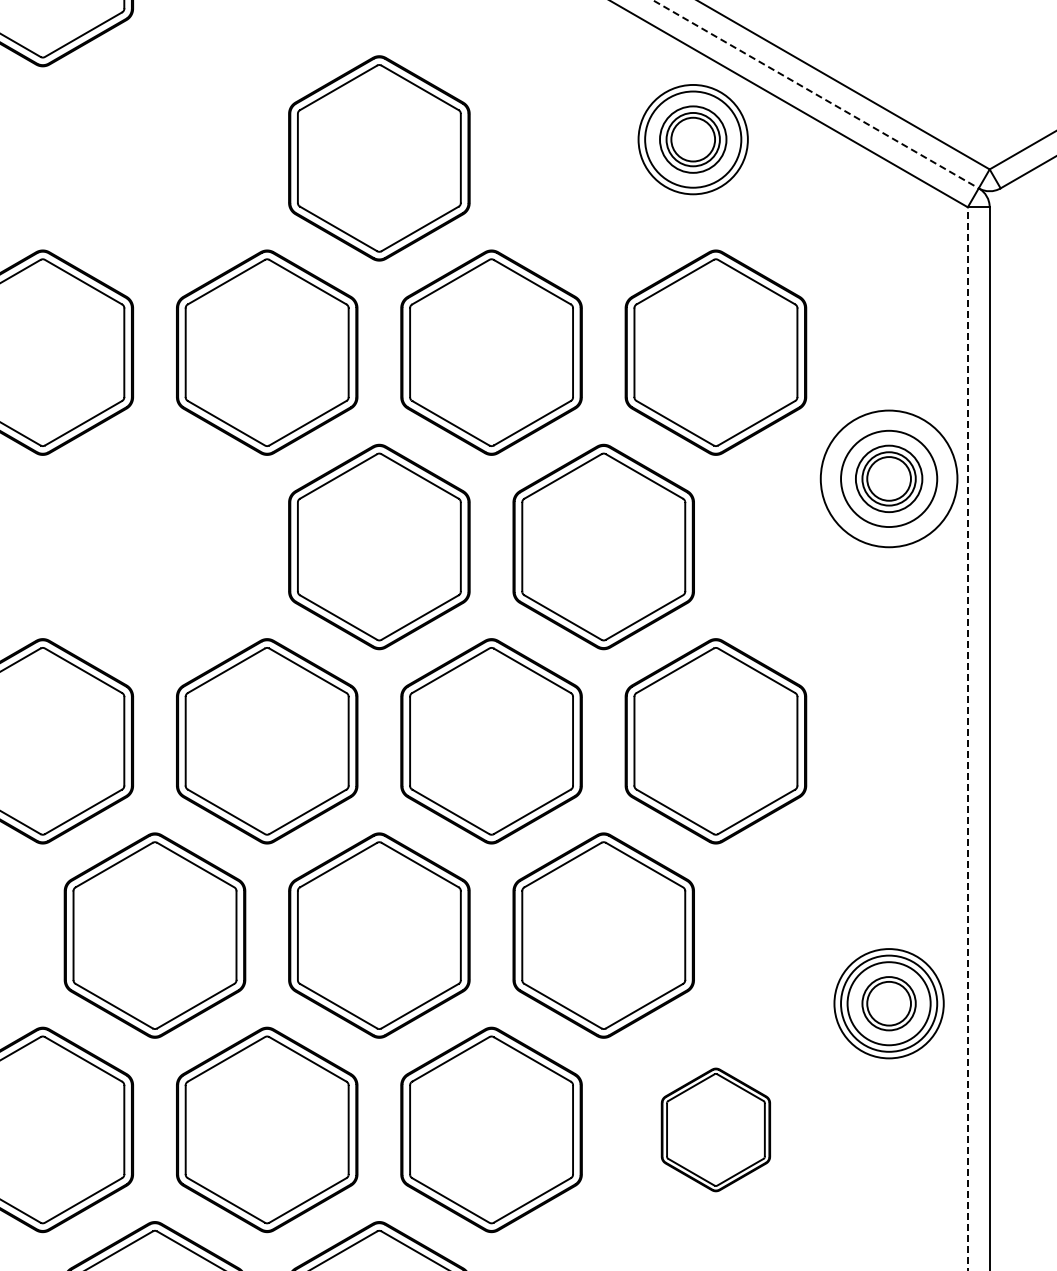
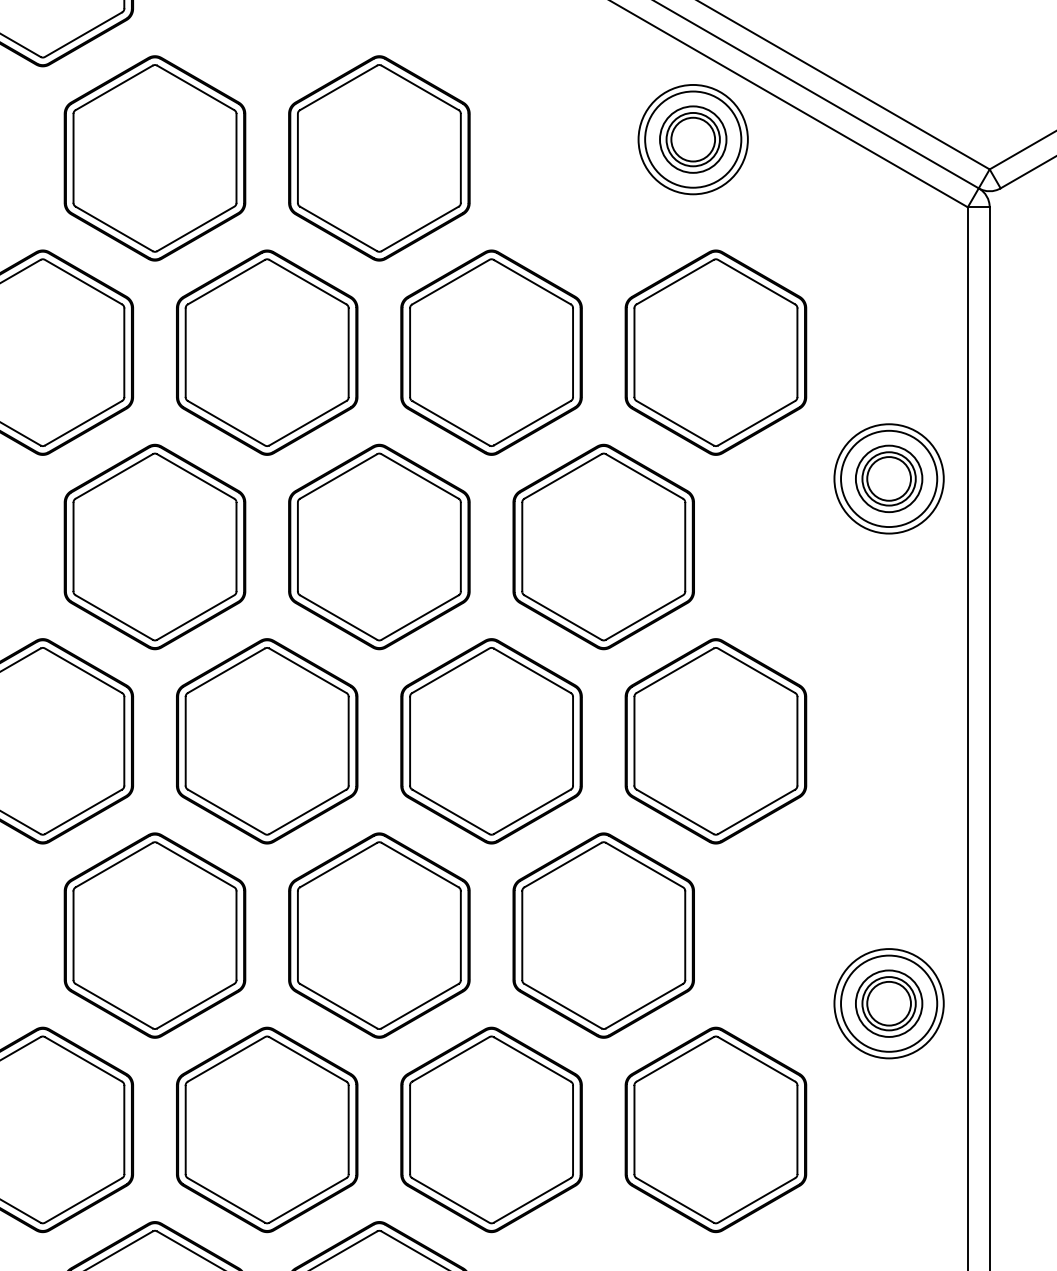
line at (816, 94): dashed -> solid
part at (154, 158): none -> present
circle at (888, 478) diameter: 137 px -> 109 px
part at (154, 546): none -> present
line at (967, 738): dashed -> solid
circle at (888, 1003) diameter: 83 px -> 66 px
part at (715, 1129) size: 111x126 px -> 184x208 px
